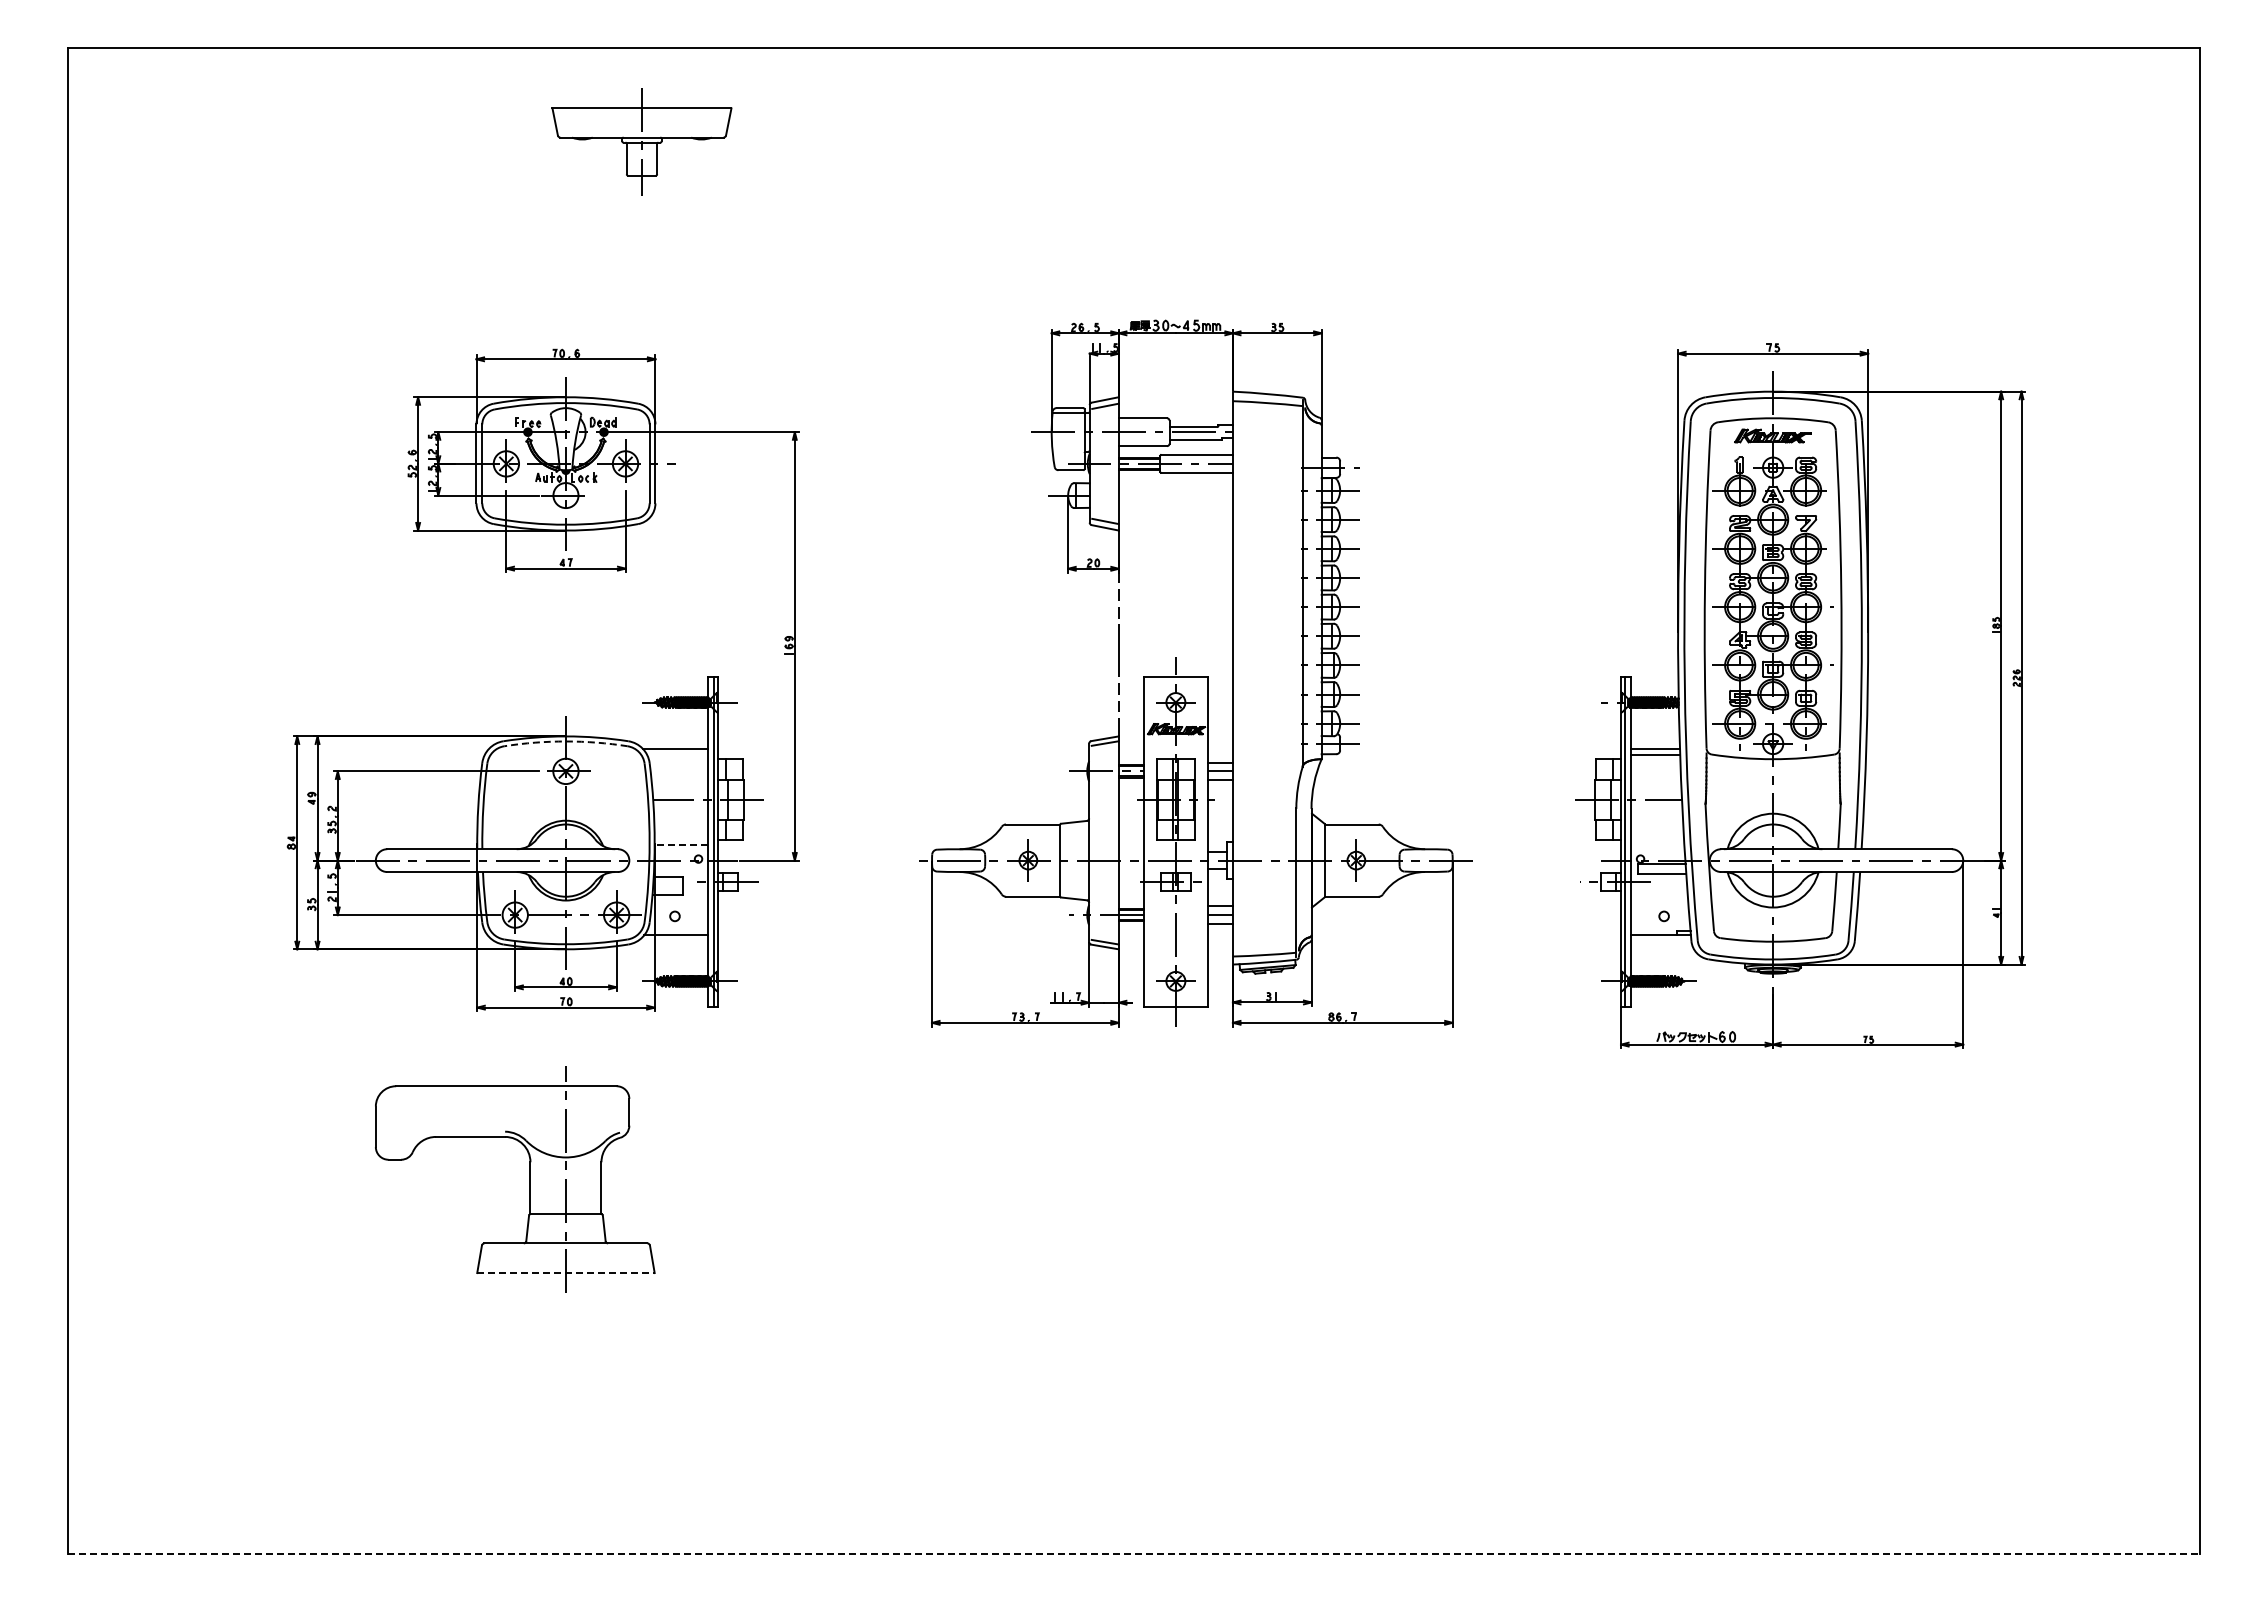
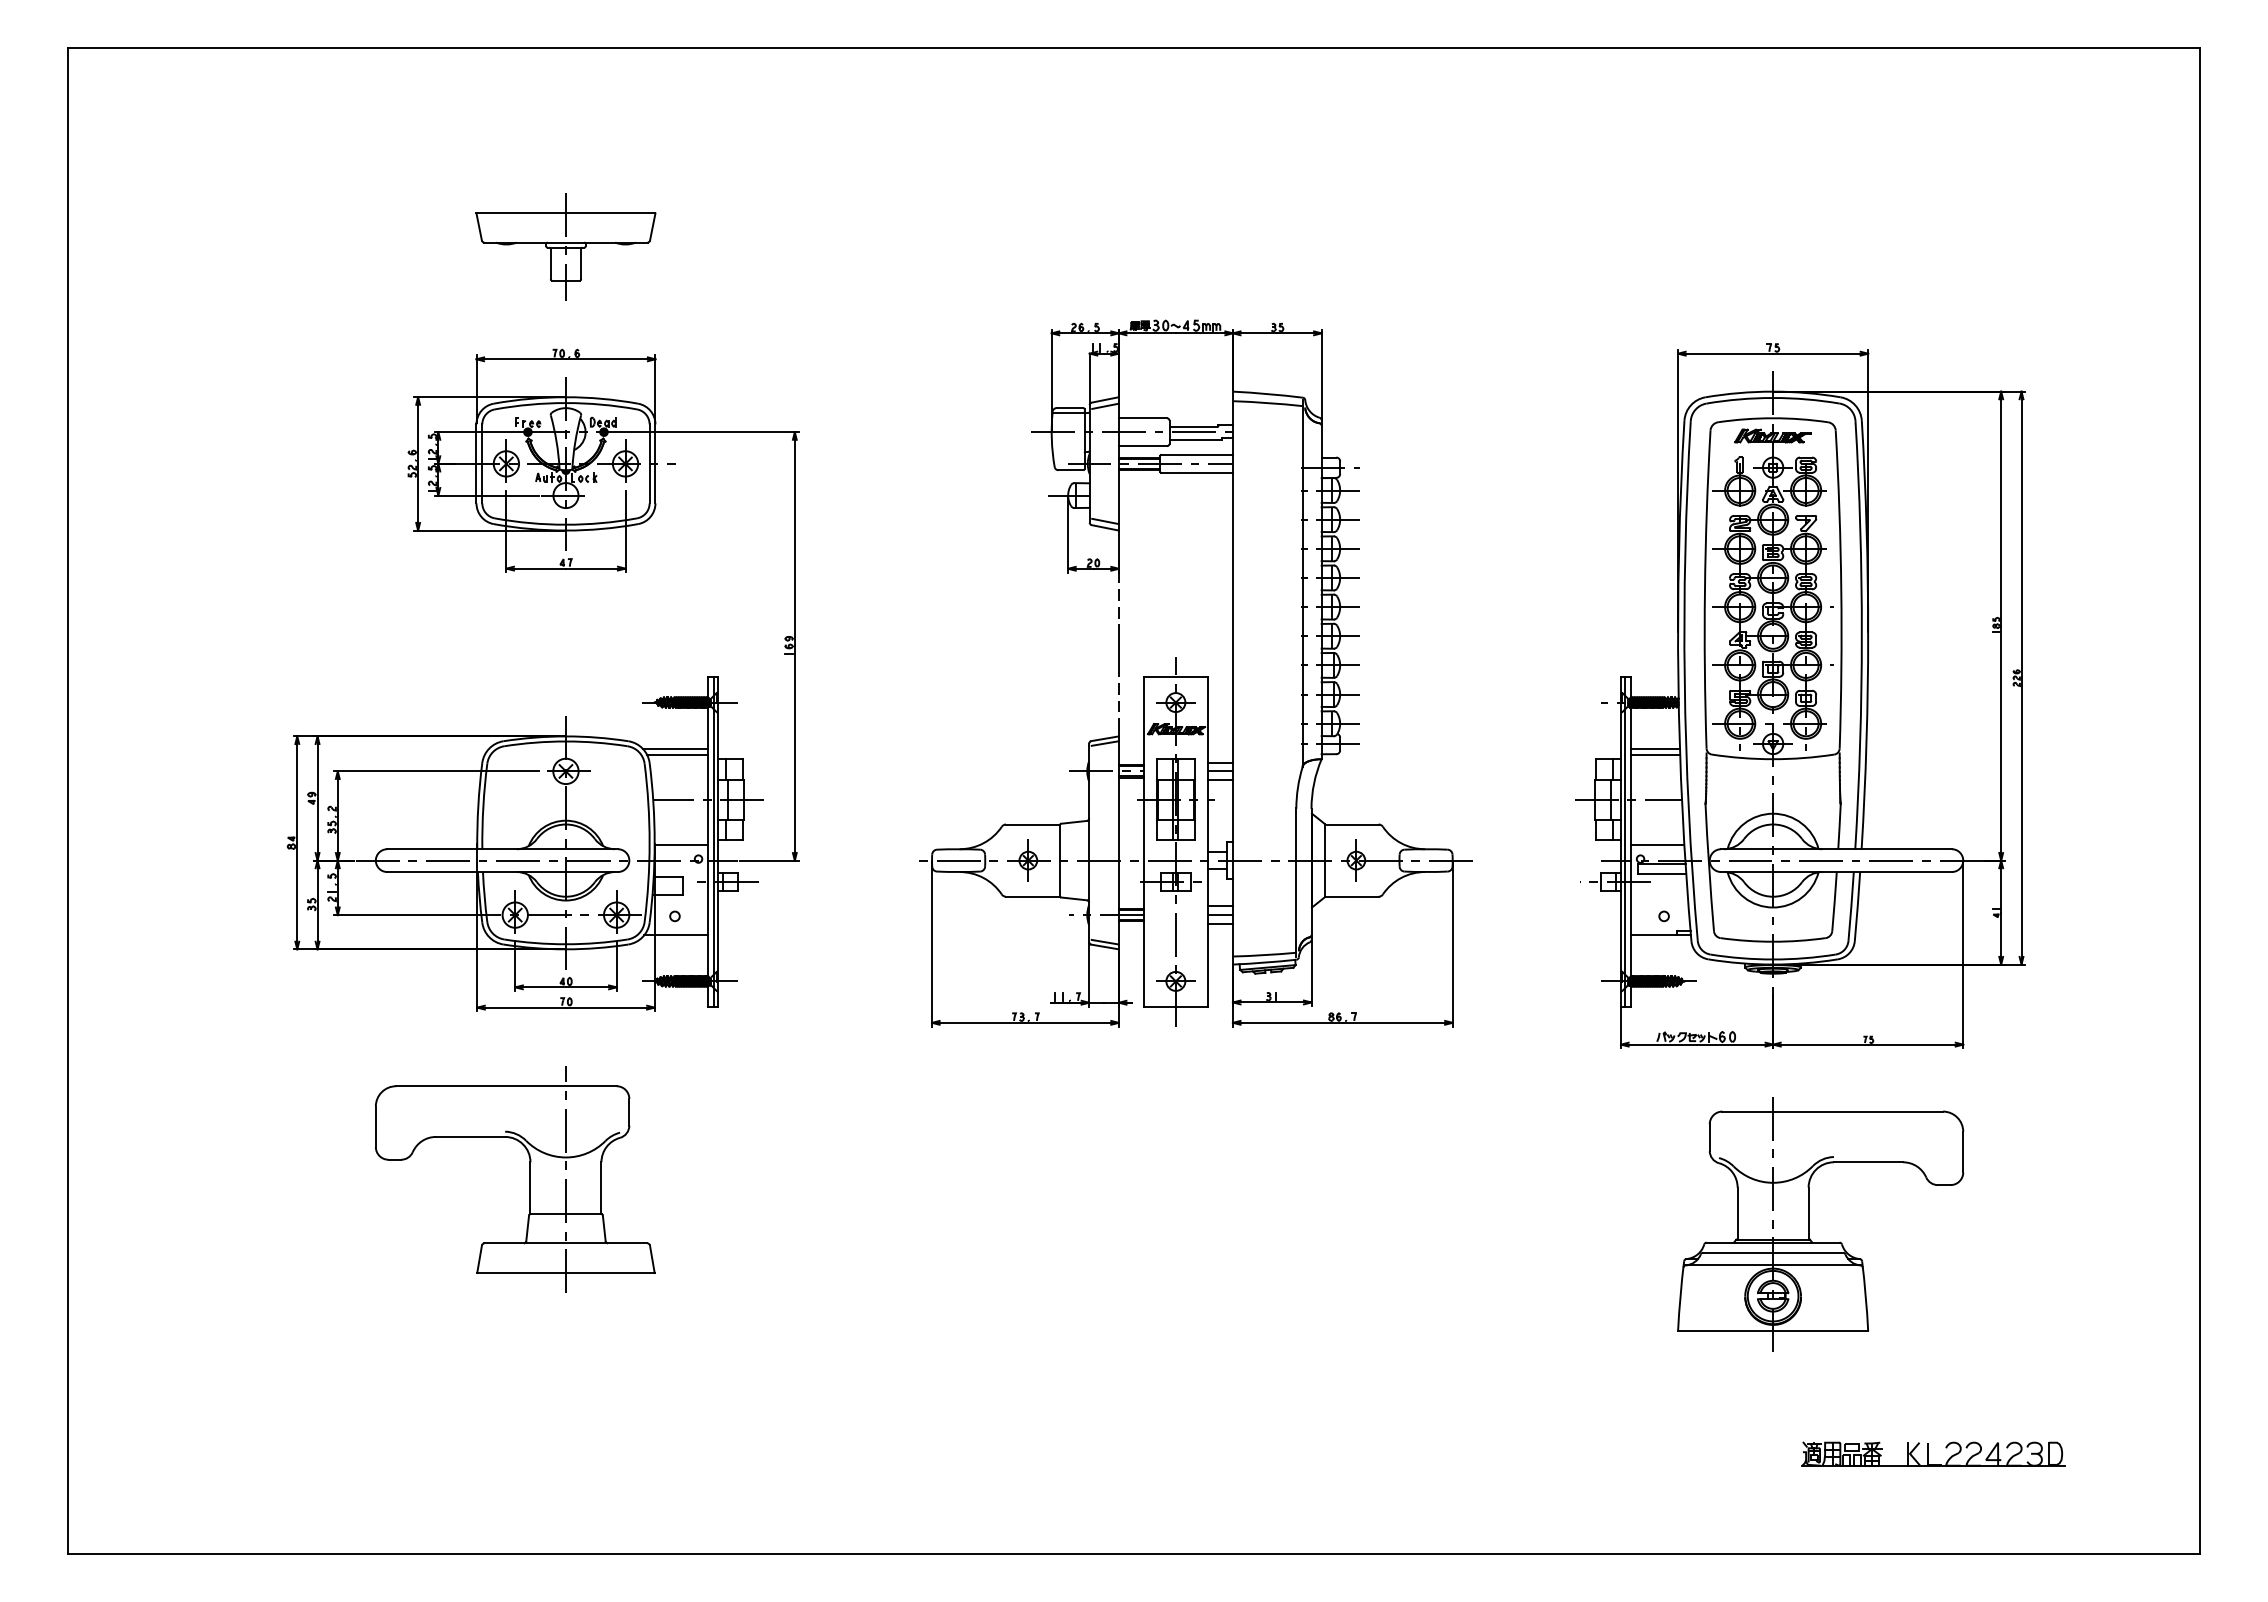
part at (641, 141) position: (641, 141) -> (565, 246)
arc at (565, 741): dashed -> solid
line at (677, 754): none -> present
line at (681, 844): dashed -> solid
line at (1657, 844): none -> present
part at (1809, 1224): none -> present
line at (565, 1273): dashed -> solid
part at (1933, 1453): none -> present
line at (1134, 1553): dashed -> solid
